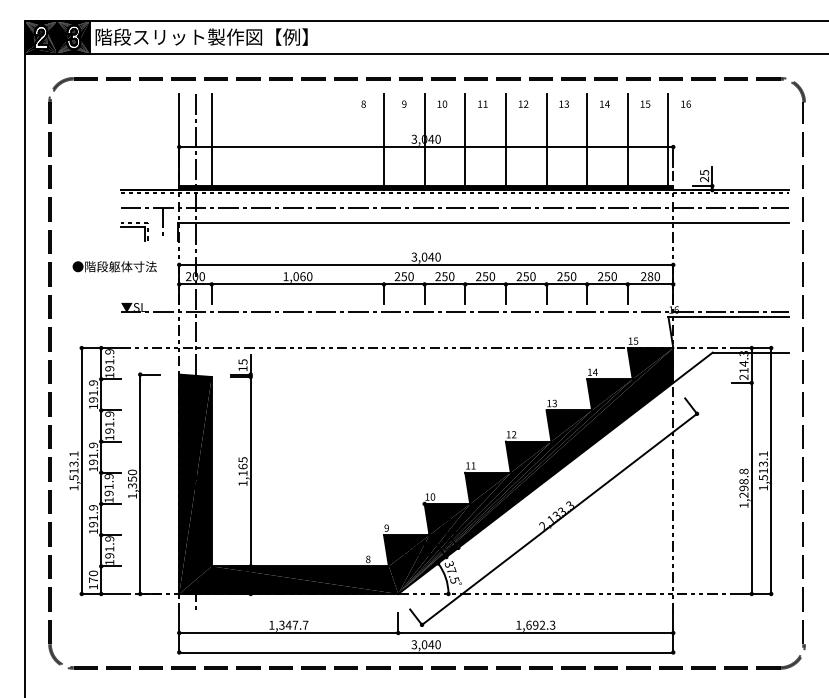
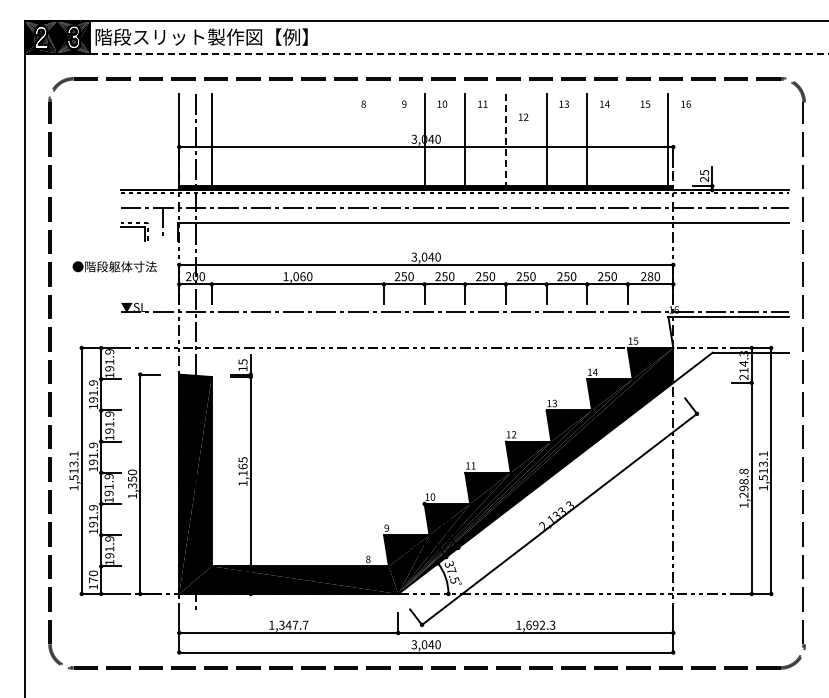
line at (426, 53): solid -> dashed
text at (523, 103) position: (523, 103) -> (523, 116)
line at (384, 142): present -> none
line at (505, 142): solid -> dashed
line at (627, 142): present -> none
